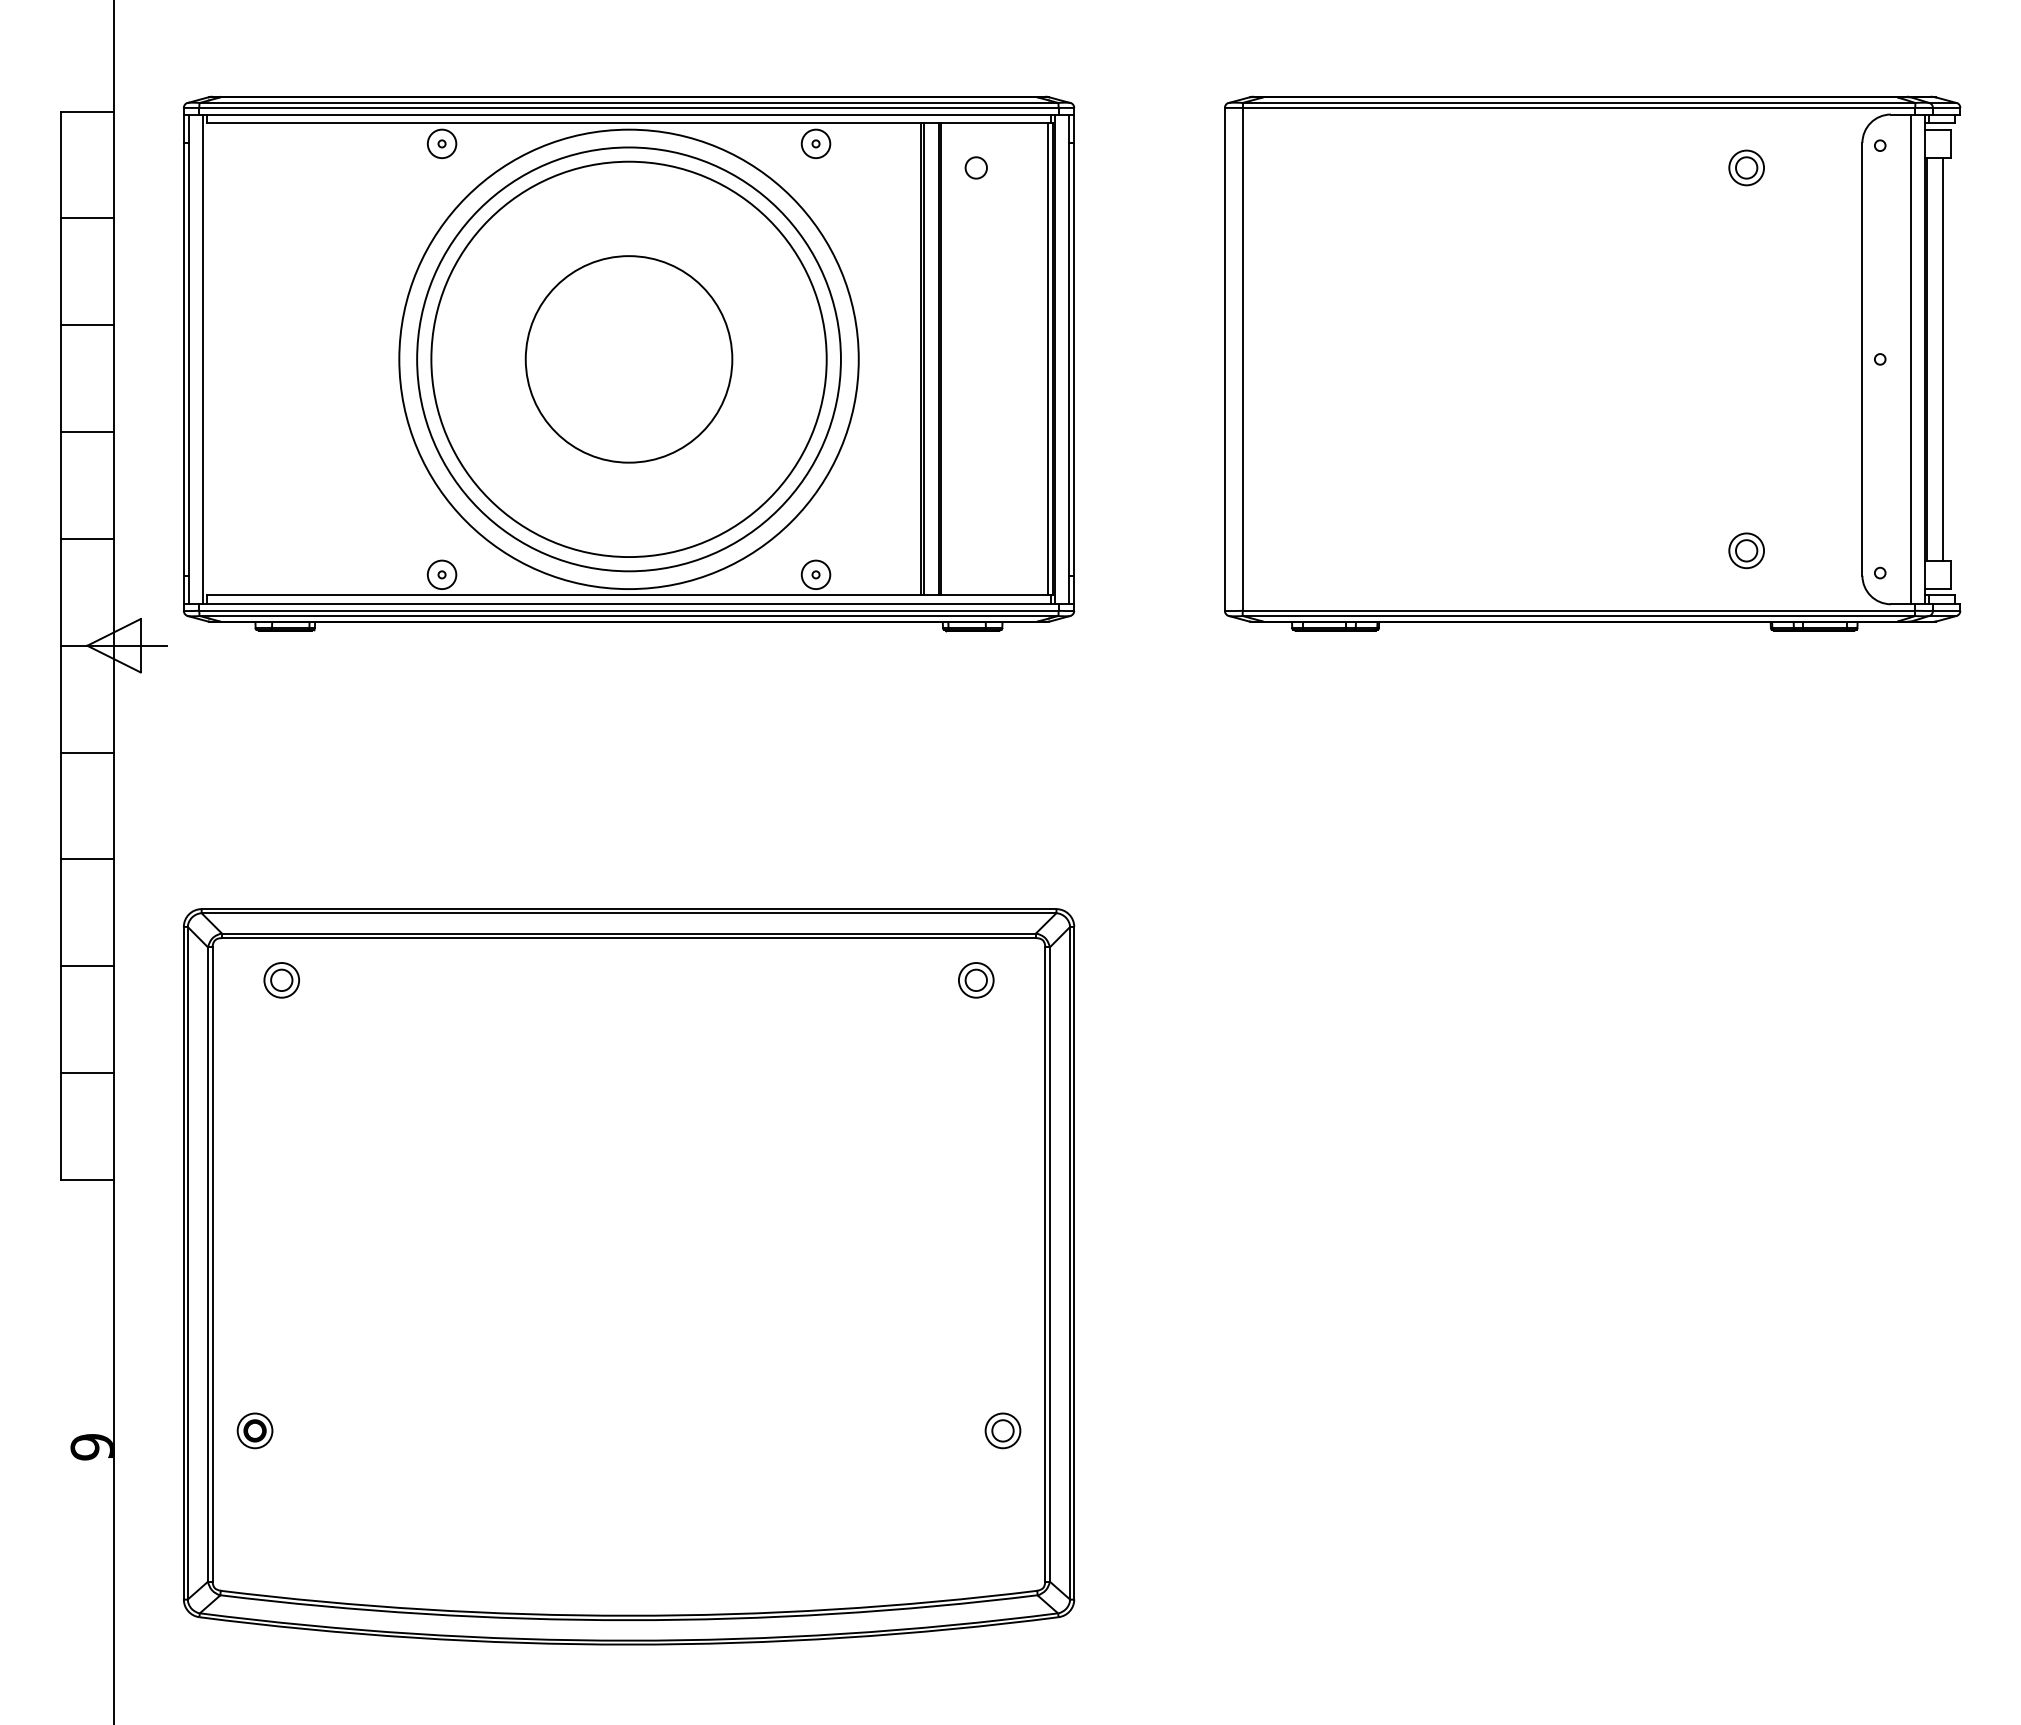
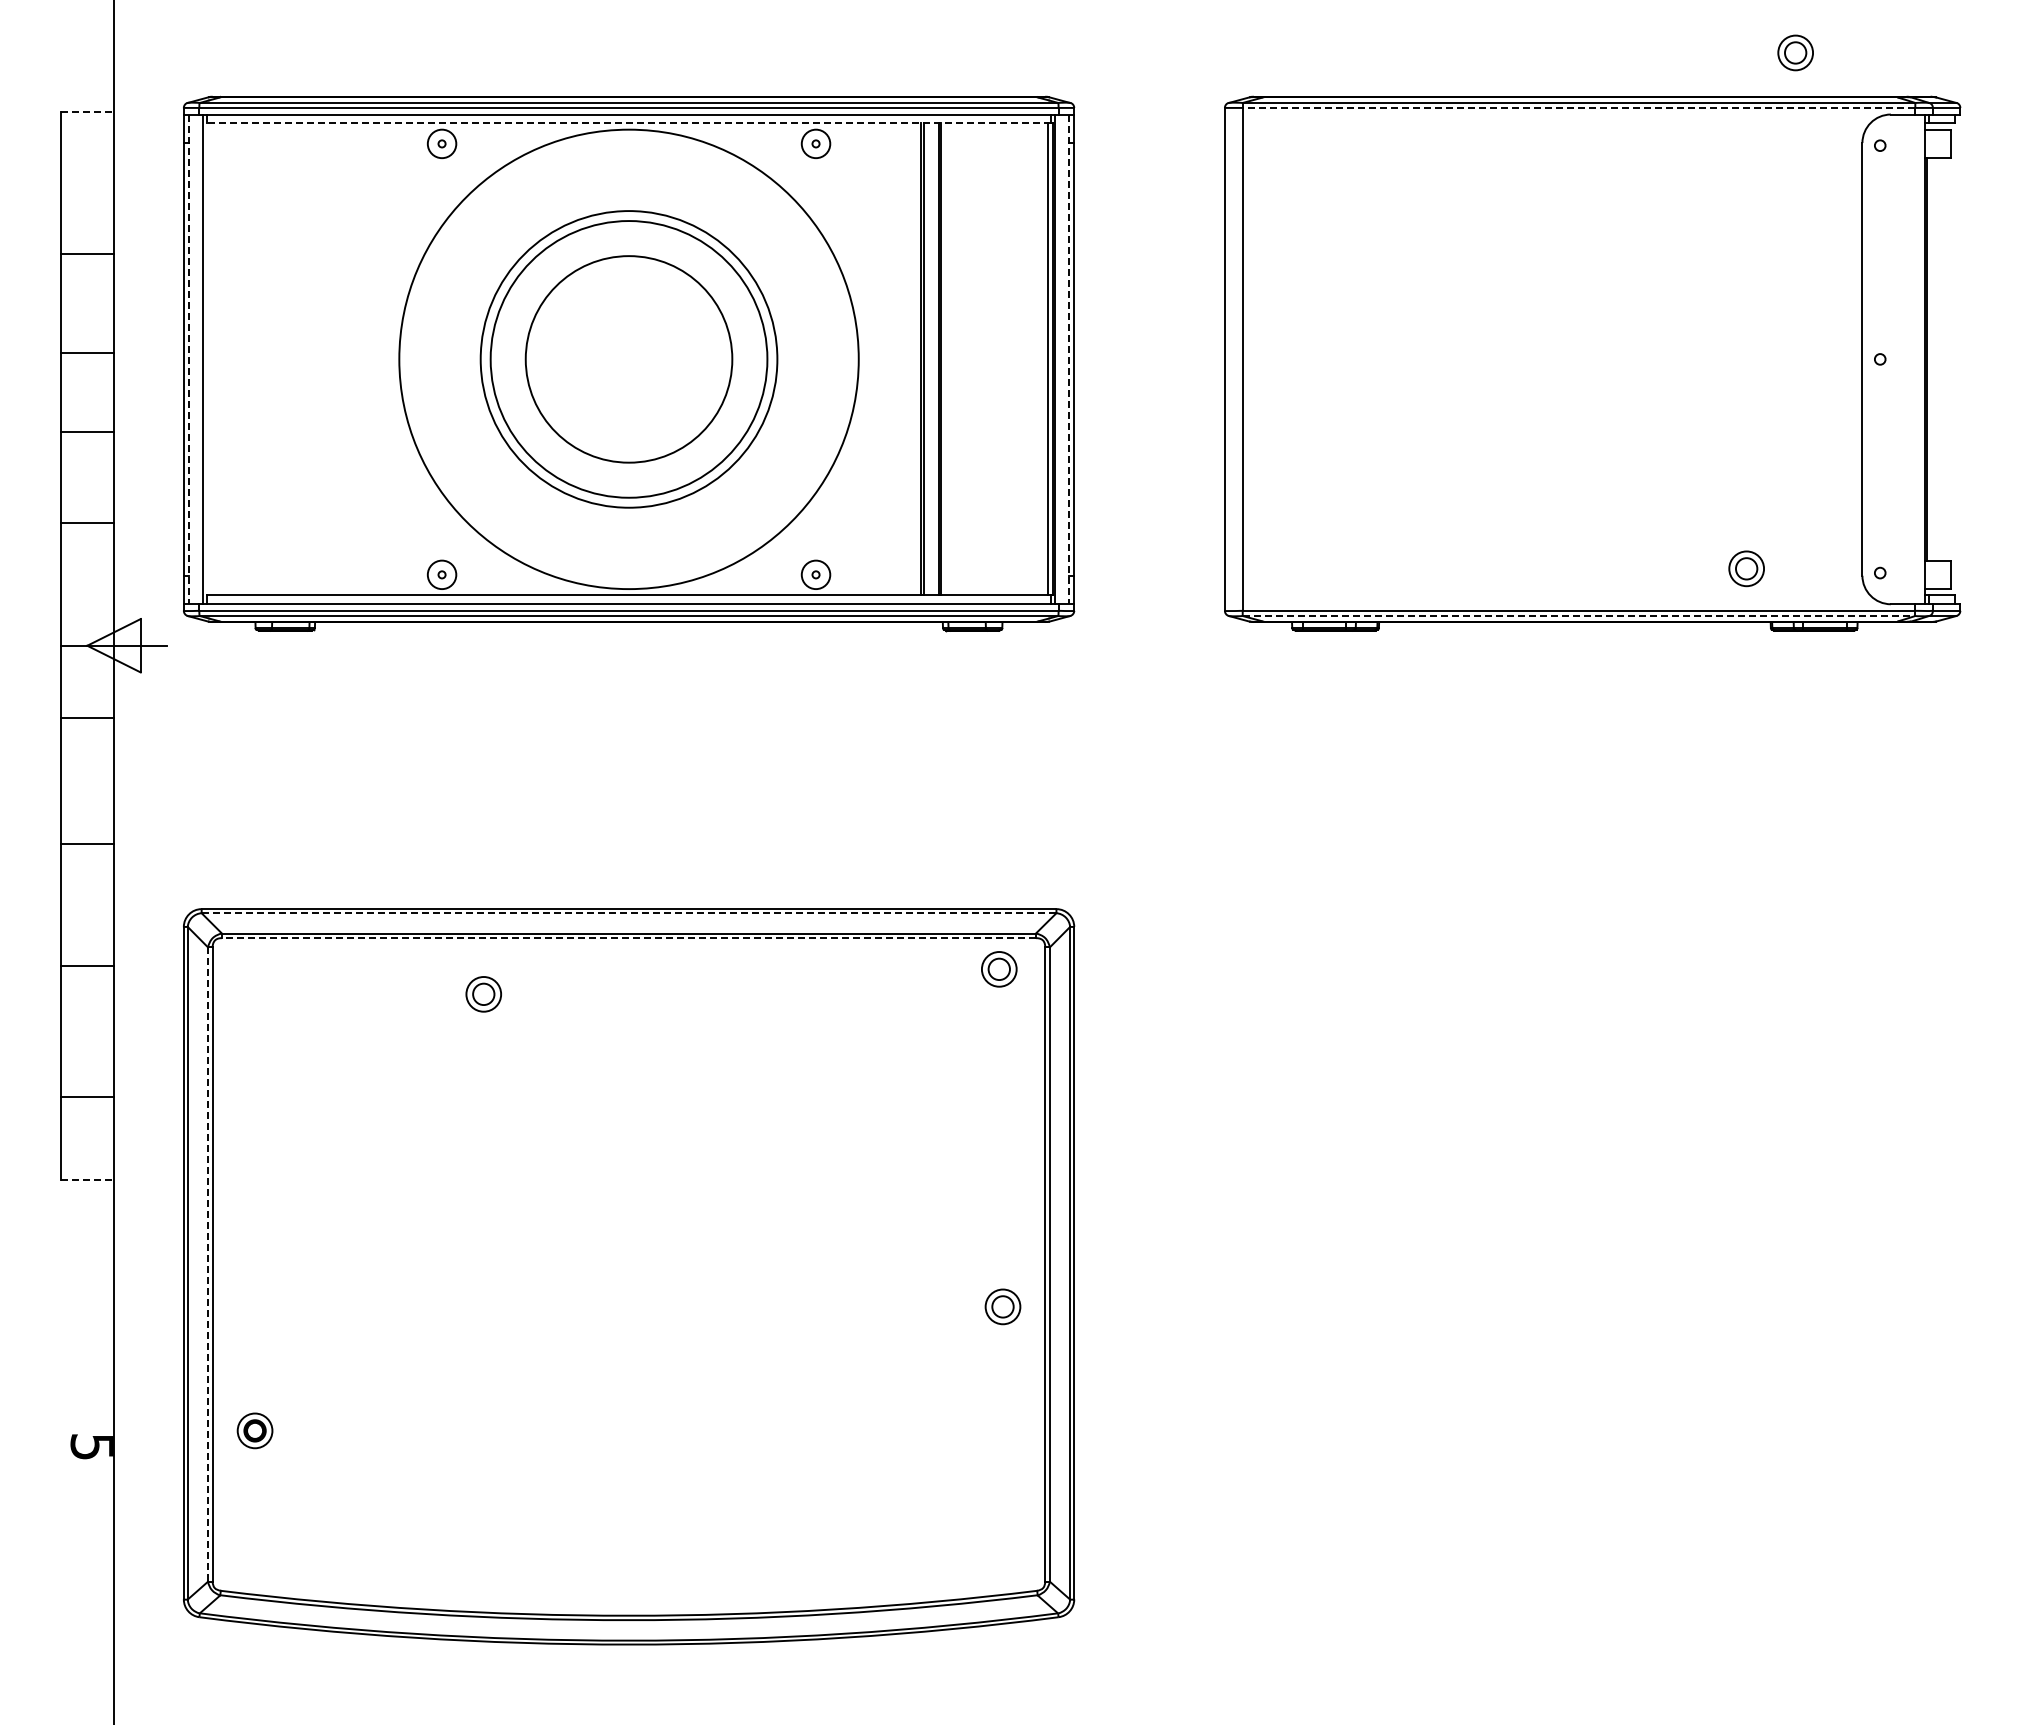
line at (1578, 107): solid -> dashed
line at (87, 111): solid -> dashed
line at (628, 123): solid -> dashed
circle at (975, 167): present -> none
part at (1746, 167) position: (1746, 167) -> (1795, 52)
line at (87, 218) position: (87, 218) -> (87, 254)
line at (87, 325) position: (87, 325) -> (87, 353)
line at (189, 359): solid -> dashed
circle at (628, 359) diameter: 395 px -> 277 px
circle at (628, 359) diameter: 424 px -> 297 px
line at (1068, 359): solid -> dashed
line at (1910, 359): present -> none
line at (1942, 359): present -> none
line at (87, 538) position: (87, 538) -> (87, 522)
part at (1746, 550) position: (1746, 550) -> (1746, 568)
line at (1579, 616): solid -> dashed
line at (87, 752) position: (87, 752) -> (87, 717)
line at (87, 859) position: (87, 859) -> (87, 844)
line at (628, 913): solid -> dashed
line at (628, 938): solid -> dashed
part at (281, 980) position: (281, 980) -> (483, 994)
part at (976, 980) position: (976, 980) -> (999, 969)
line at (87, 1073) position: (87, 1073) -> (87, 1097)
line at (87, 1179): solid -> dashed
line at (208, 1265): solid -> dashed
part at (1002, 1430) position: (1002, 1430) -> (1002, 1306)
text at (91, 1447): 6 -> 5
